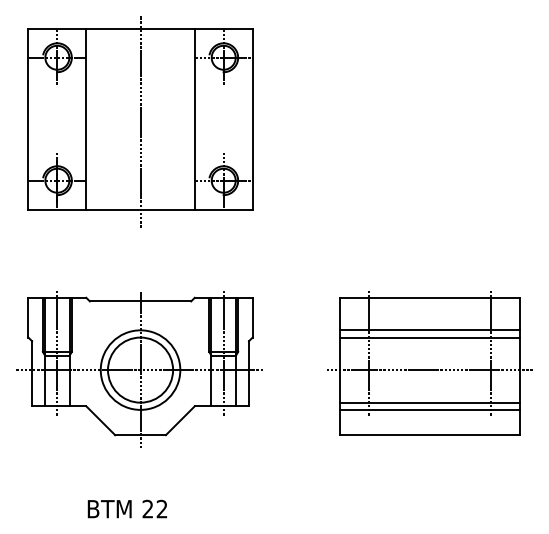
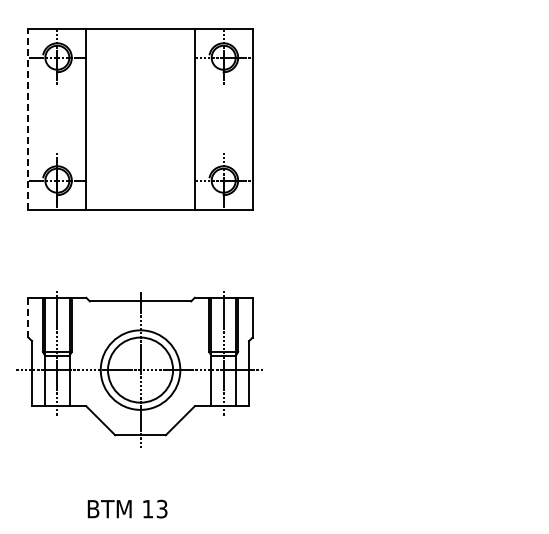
line at (28, 118): solid -> dashed
line at (140, 121): present -> none
line at (28, 317): solid -> dashed
part at (429, 363): present -> none
text at (154, 508): 22 -> 13
